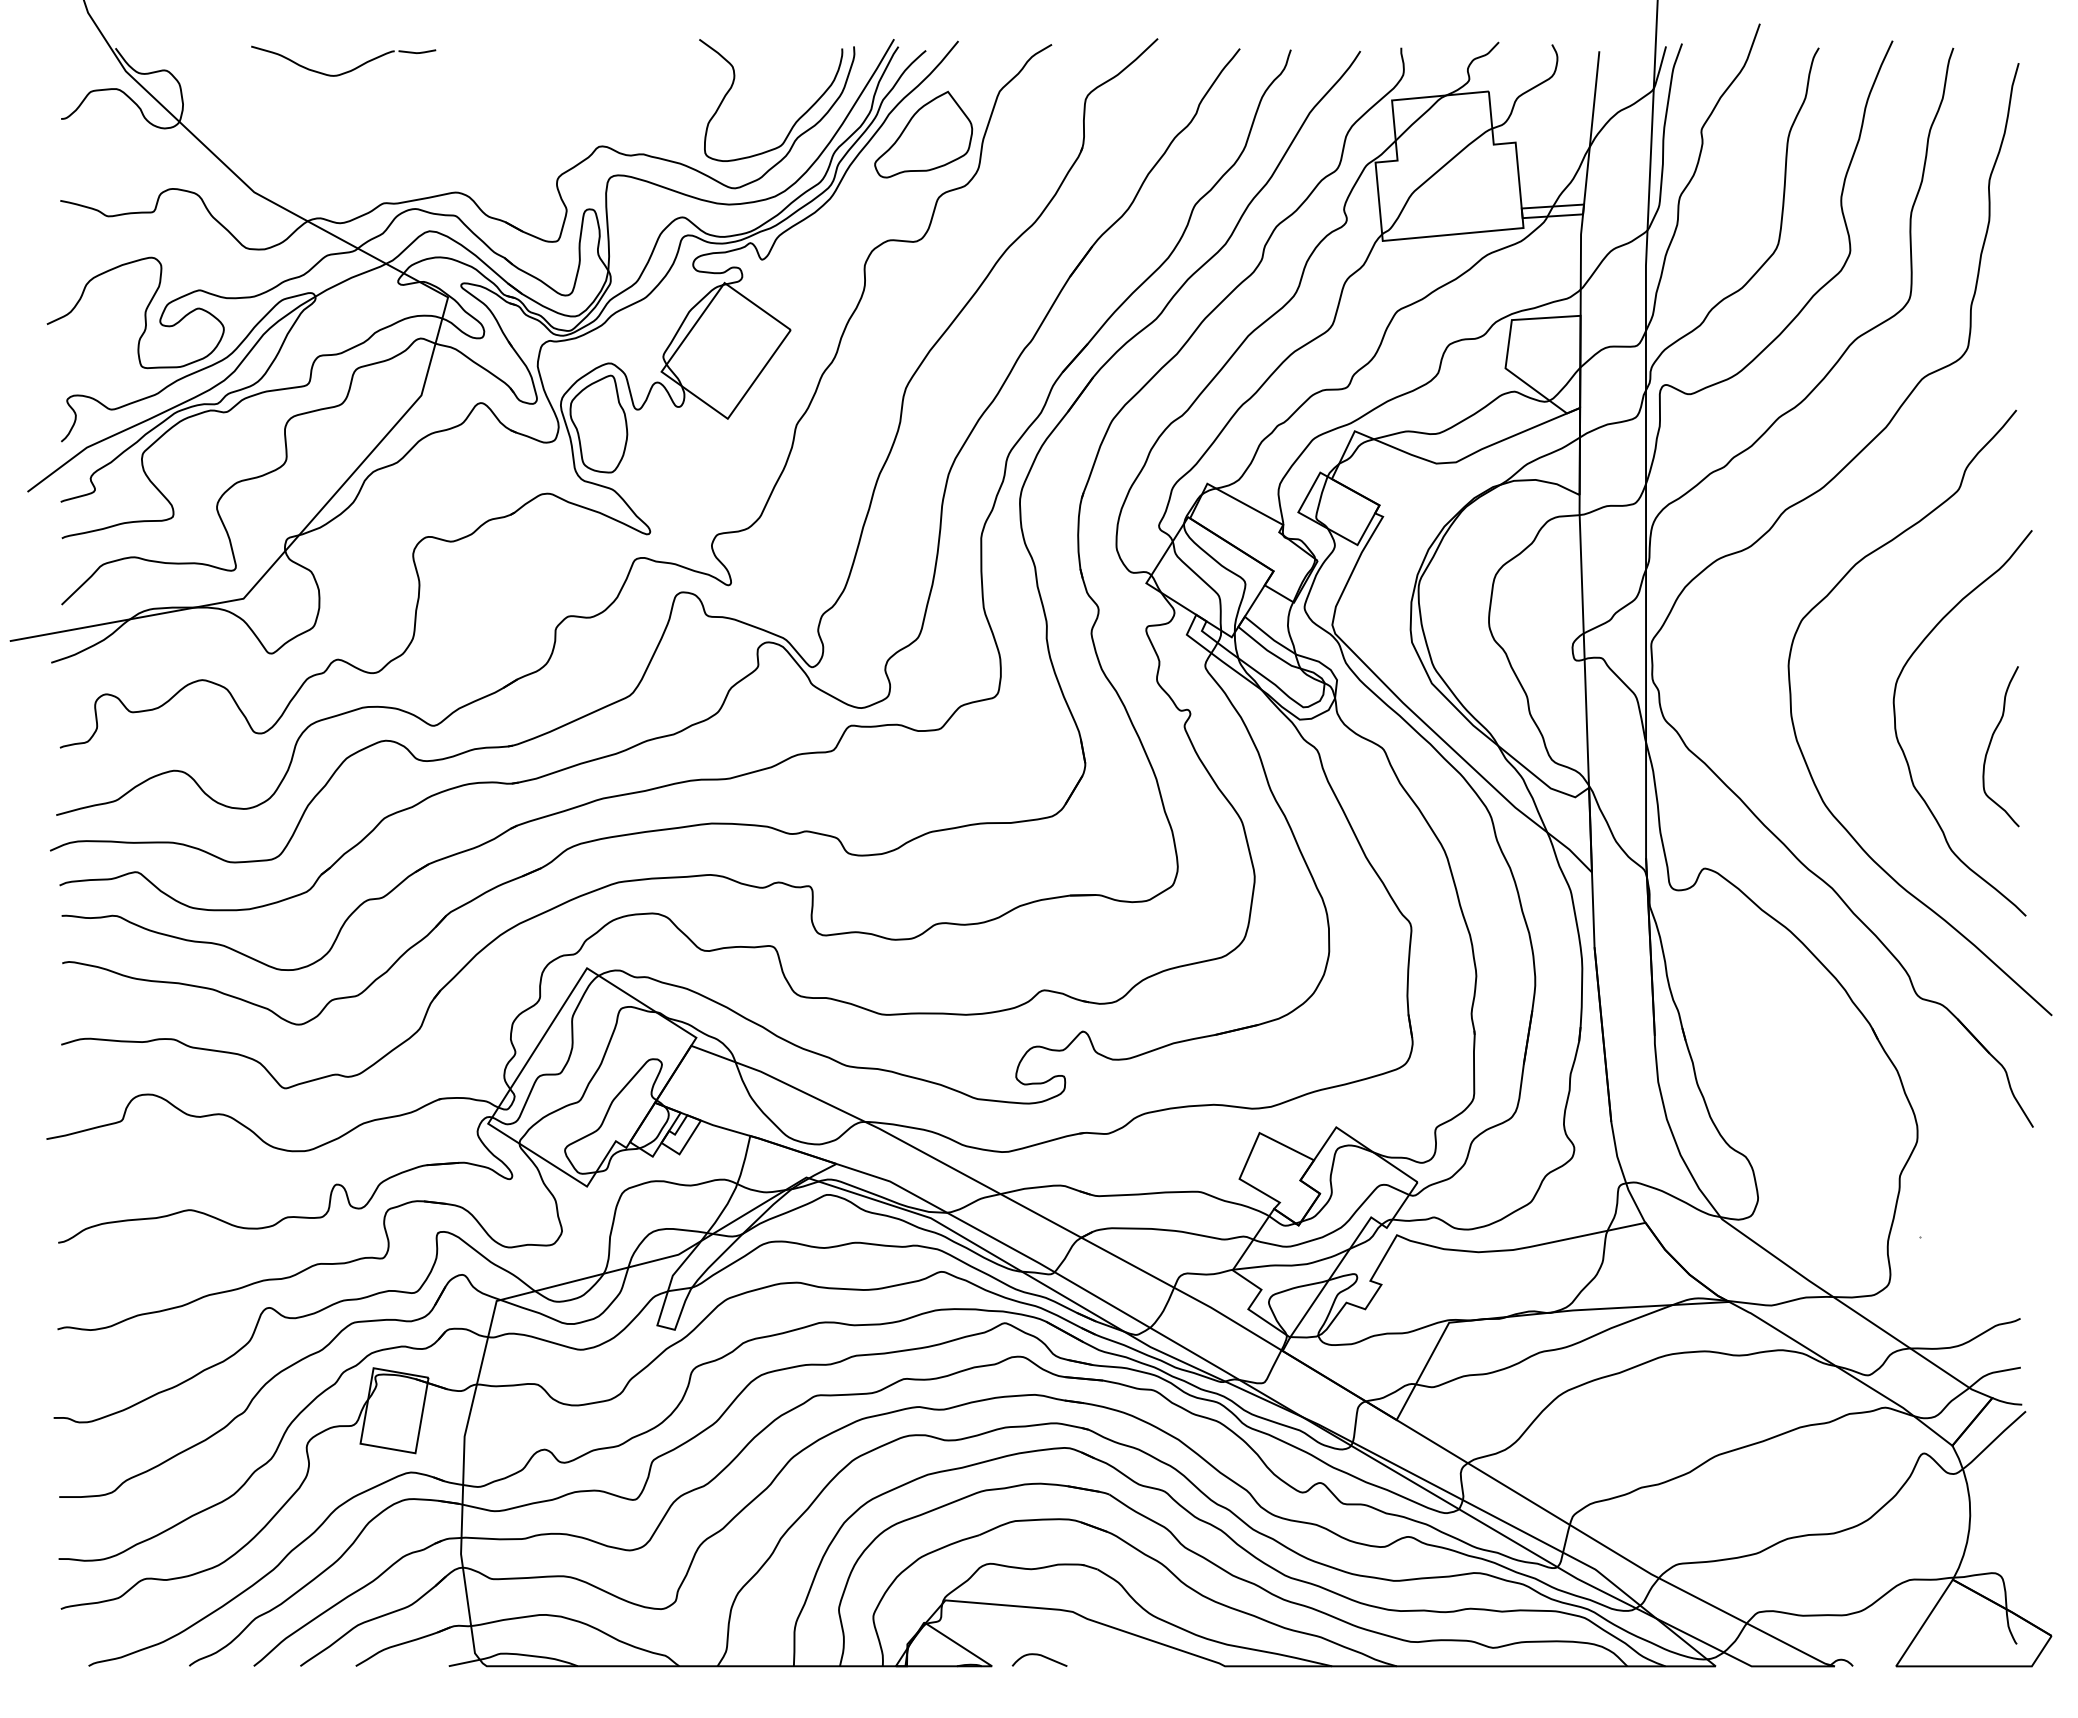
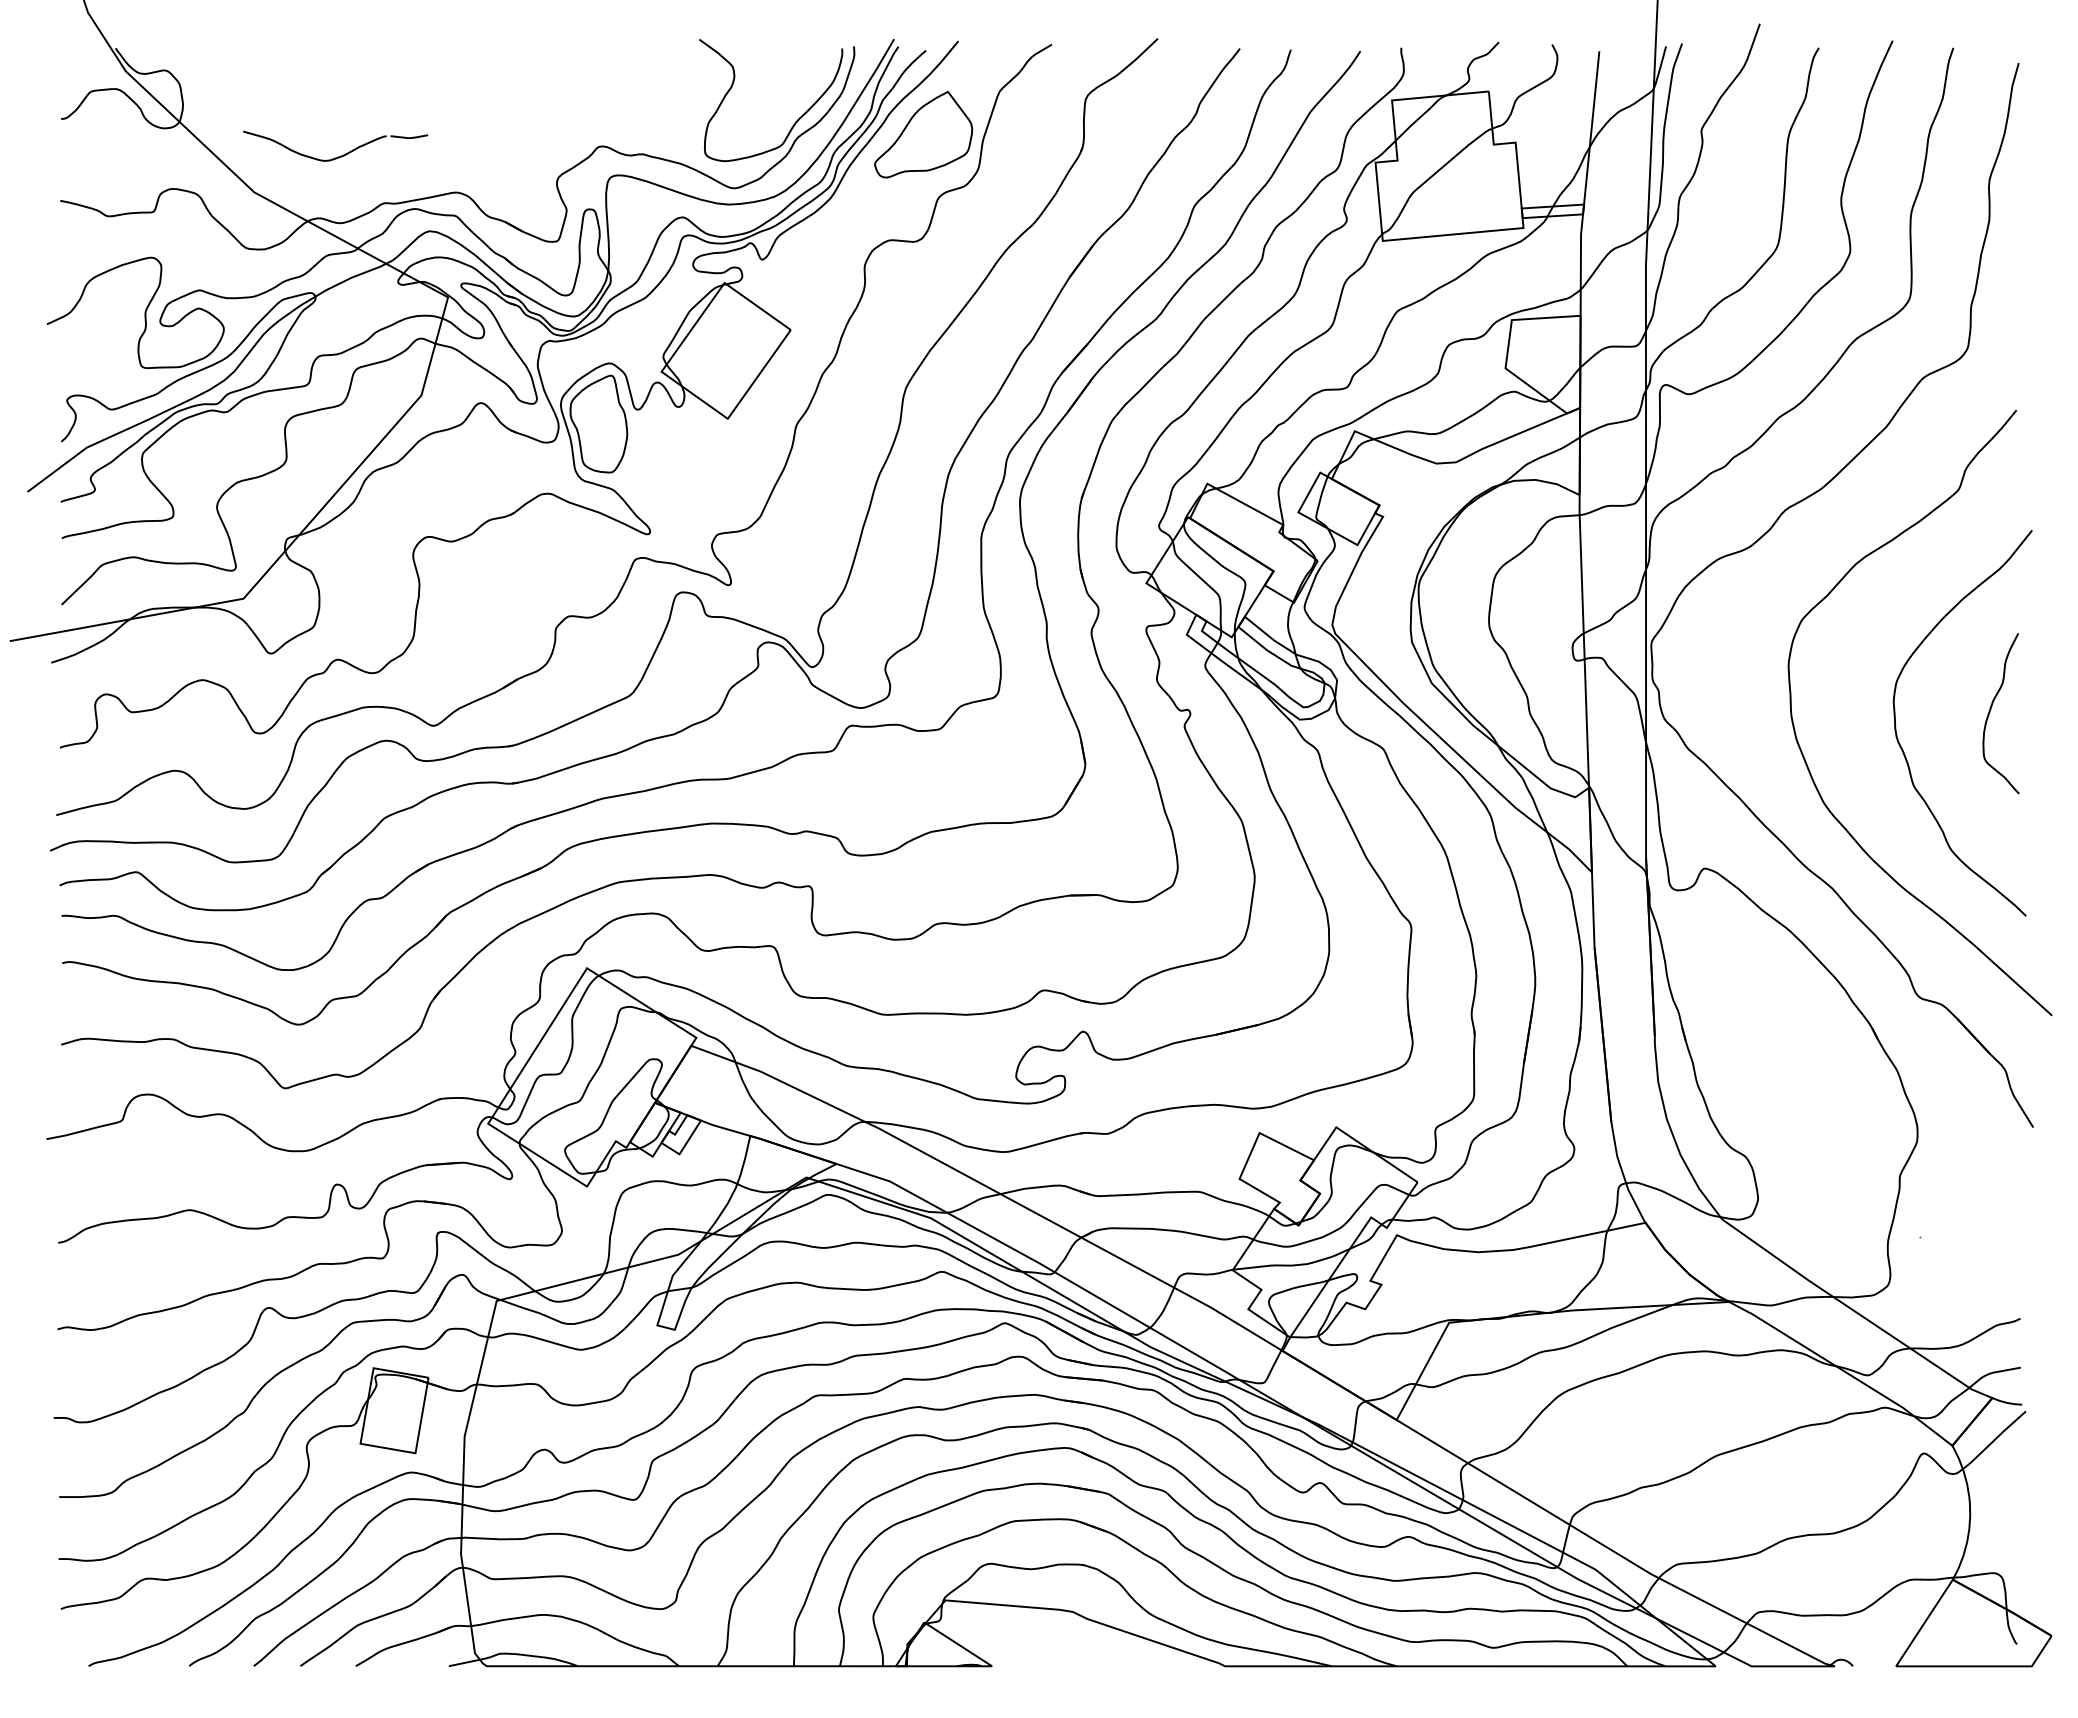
part at (348, 70) position: (348, 70) -> (340, 155)
curve at (1991, 742) position: (1991, 742) -> (1991, 709)
curve at (1040, 1656): present -> none
